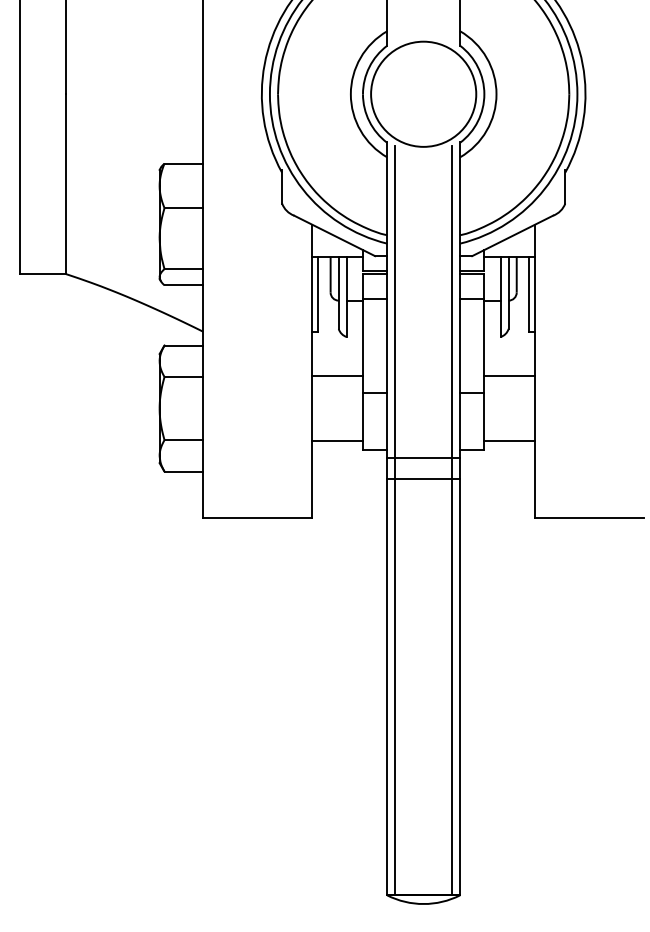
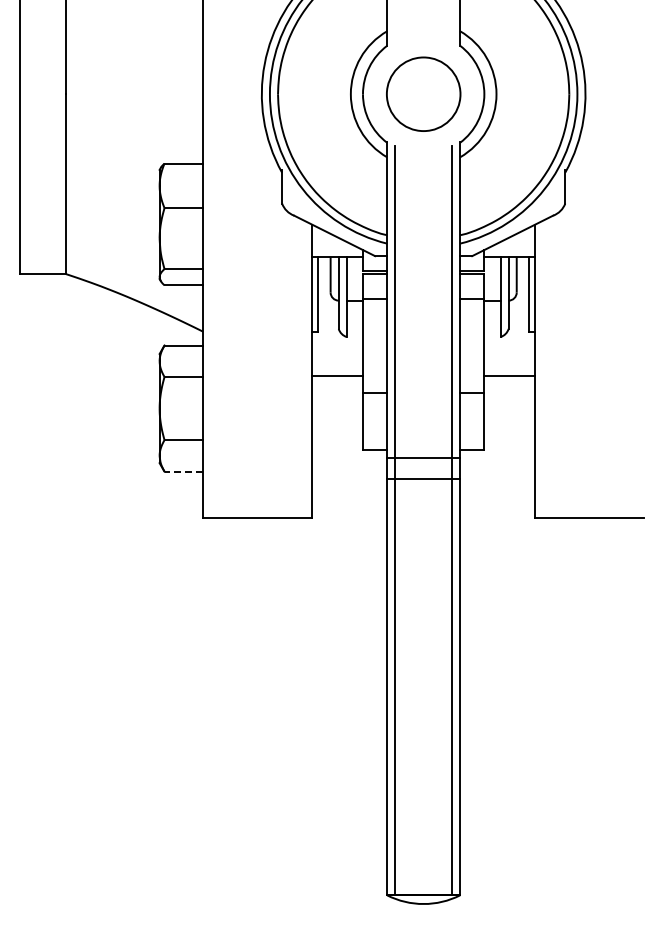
circle at (423, 93) diameter: 105 px -> 74 px
line at (337, 440): present -> none
line at (509, 440): present -> none
line at (183, 471): solid -> dashed
